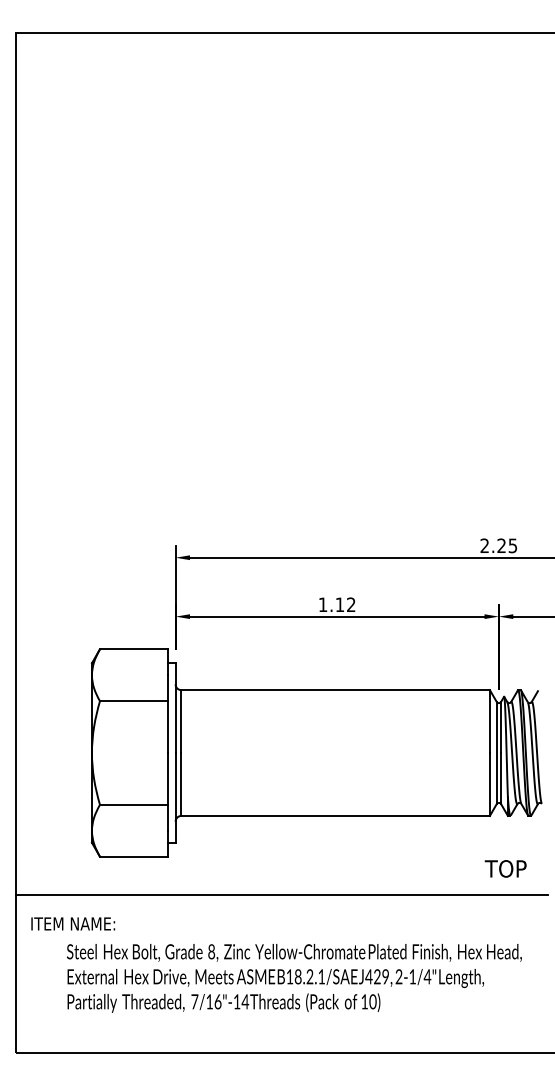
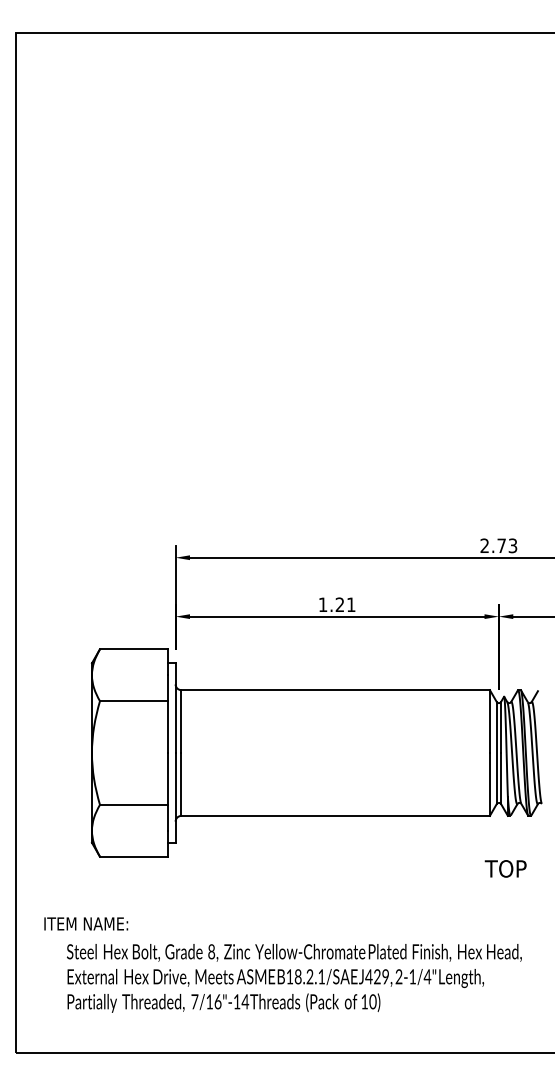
text at (507, 545): 2.25 -> 2.73
text at (345, 604): 1.12 -> 1.21
line at (281, 894): present -> none
text at (73, 923) position: (73, 923) -> (86, 923)
